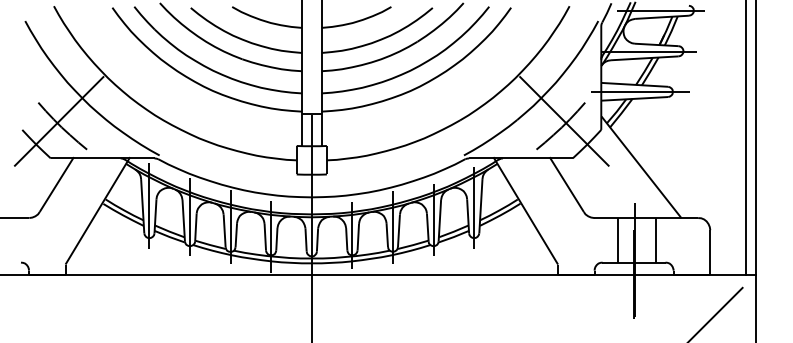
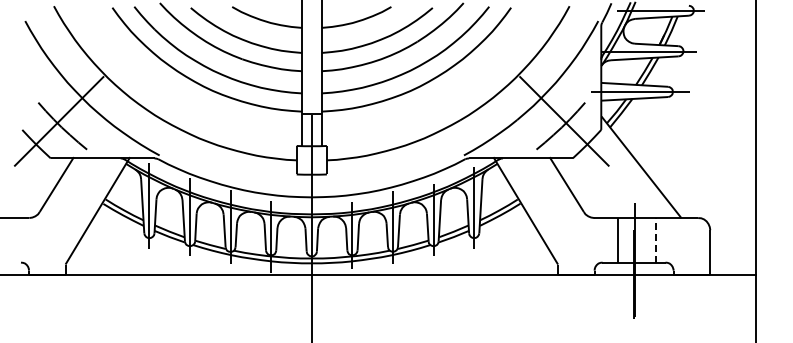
line at (745, 138): present -> none
line at (655, 239): solid -> dashed
line at (716, 313): present -> none
